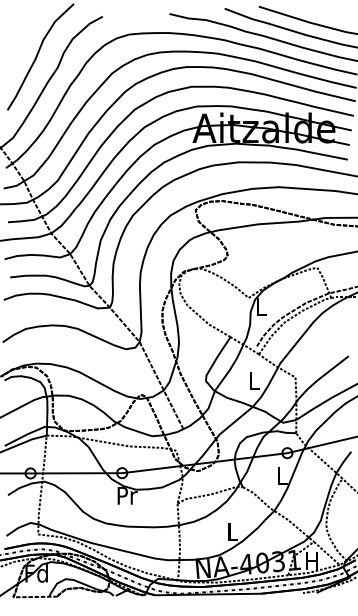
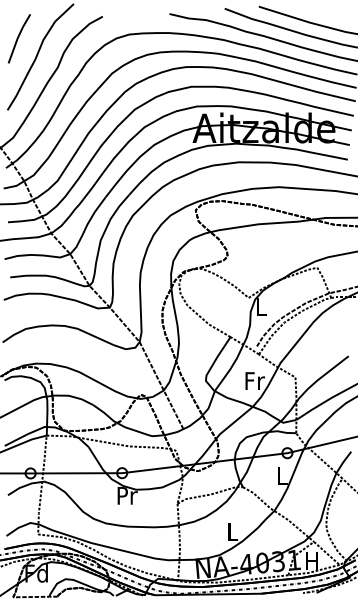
line at (18, 38): none -> present
text at (254, 380): L -> Fr
